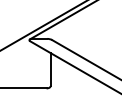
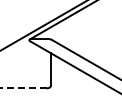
line at (23, 88): solid -> dashed
